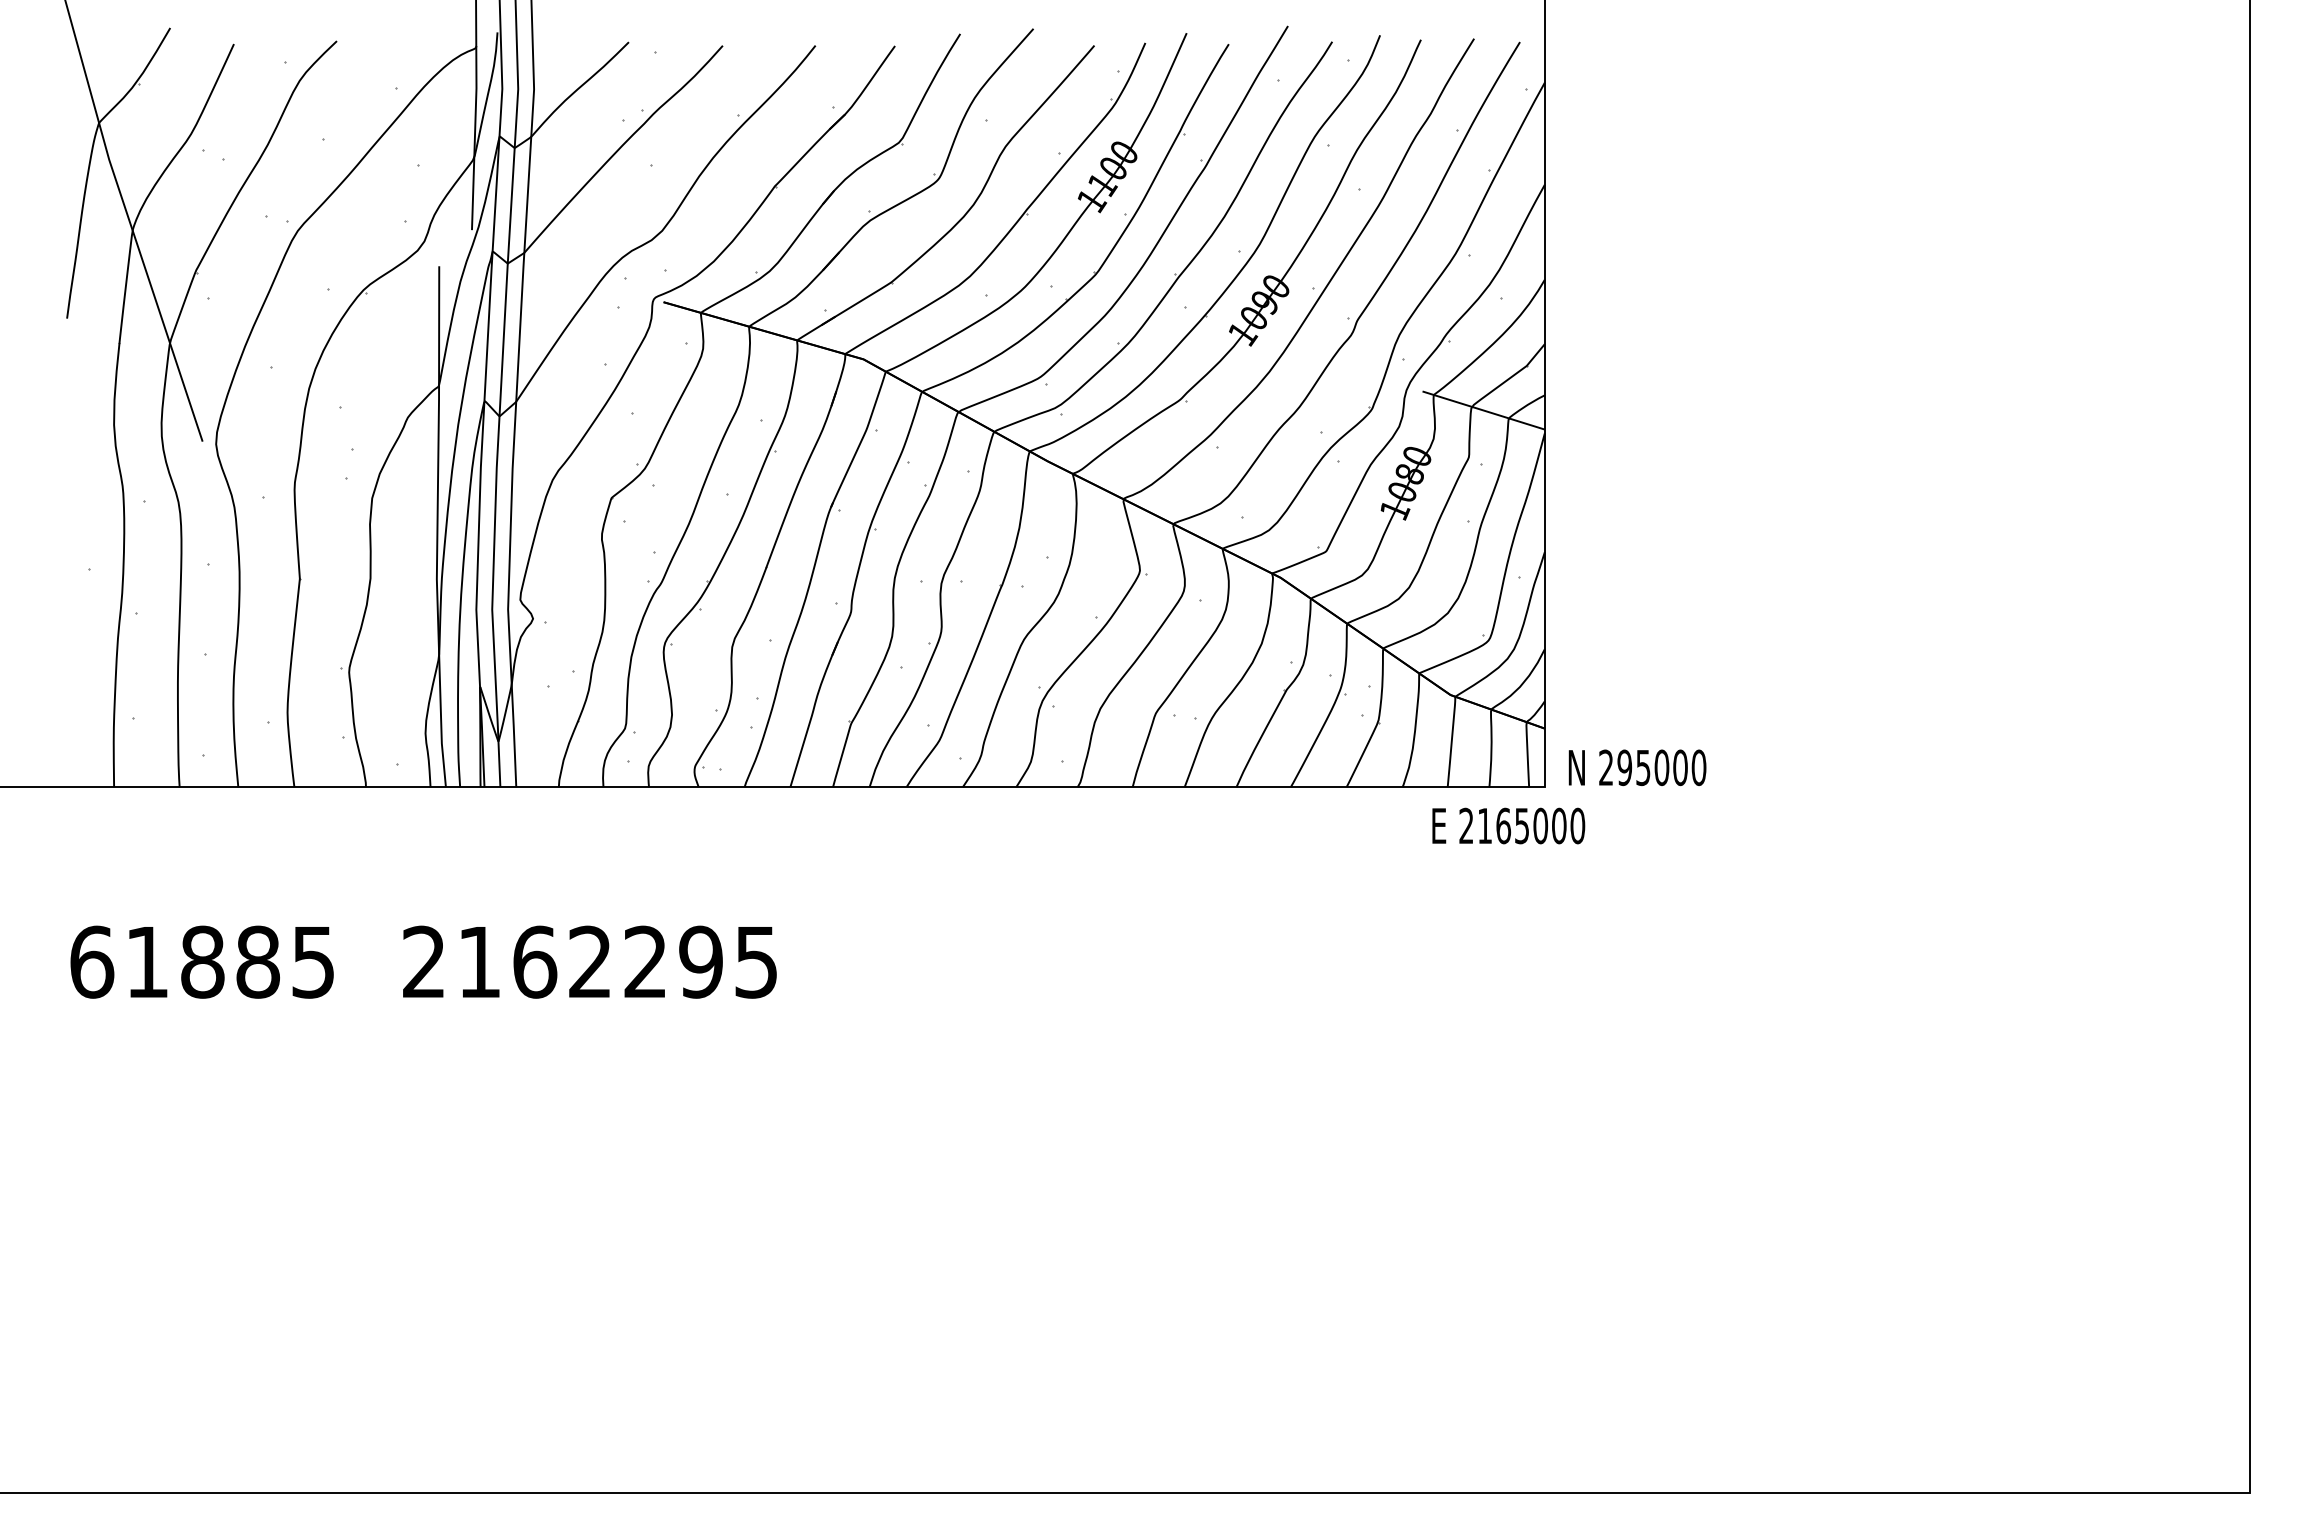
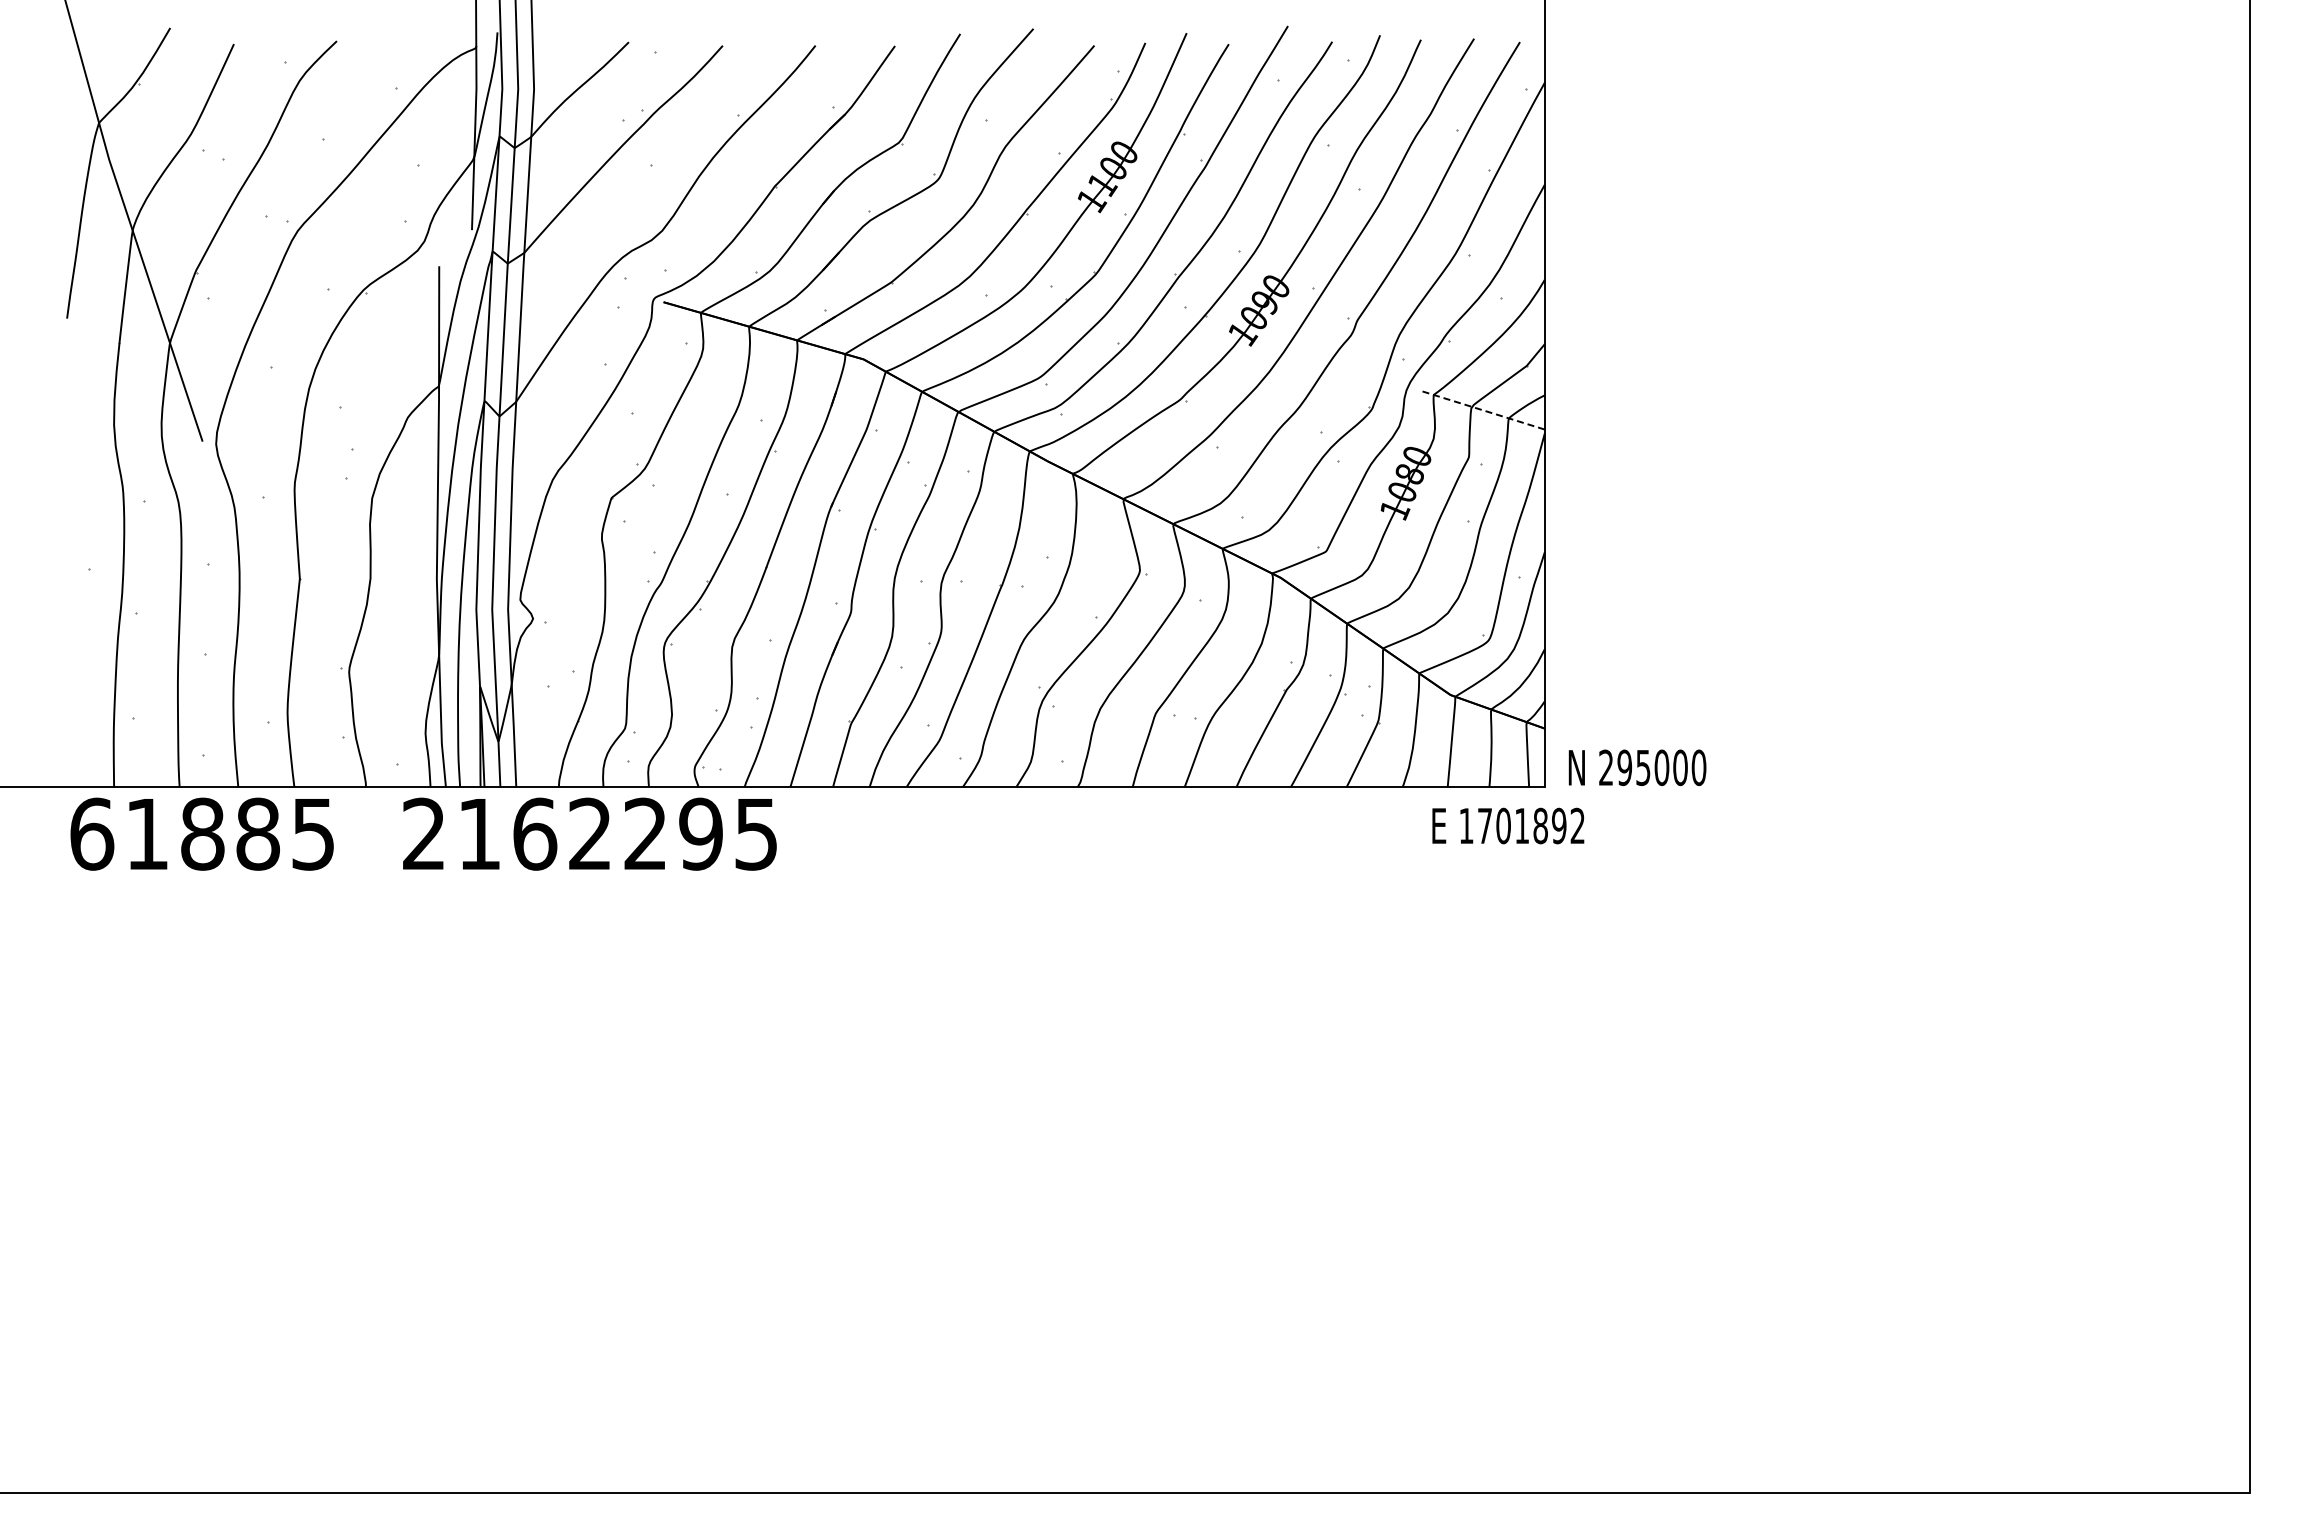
line at (1484, 410): solid -> dashed
text at (1522, 825): 2165000 -> 1701892
text at (423, 961) position: (423, 961) -> (423, 833)
